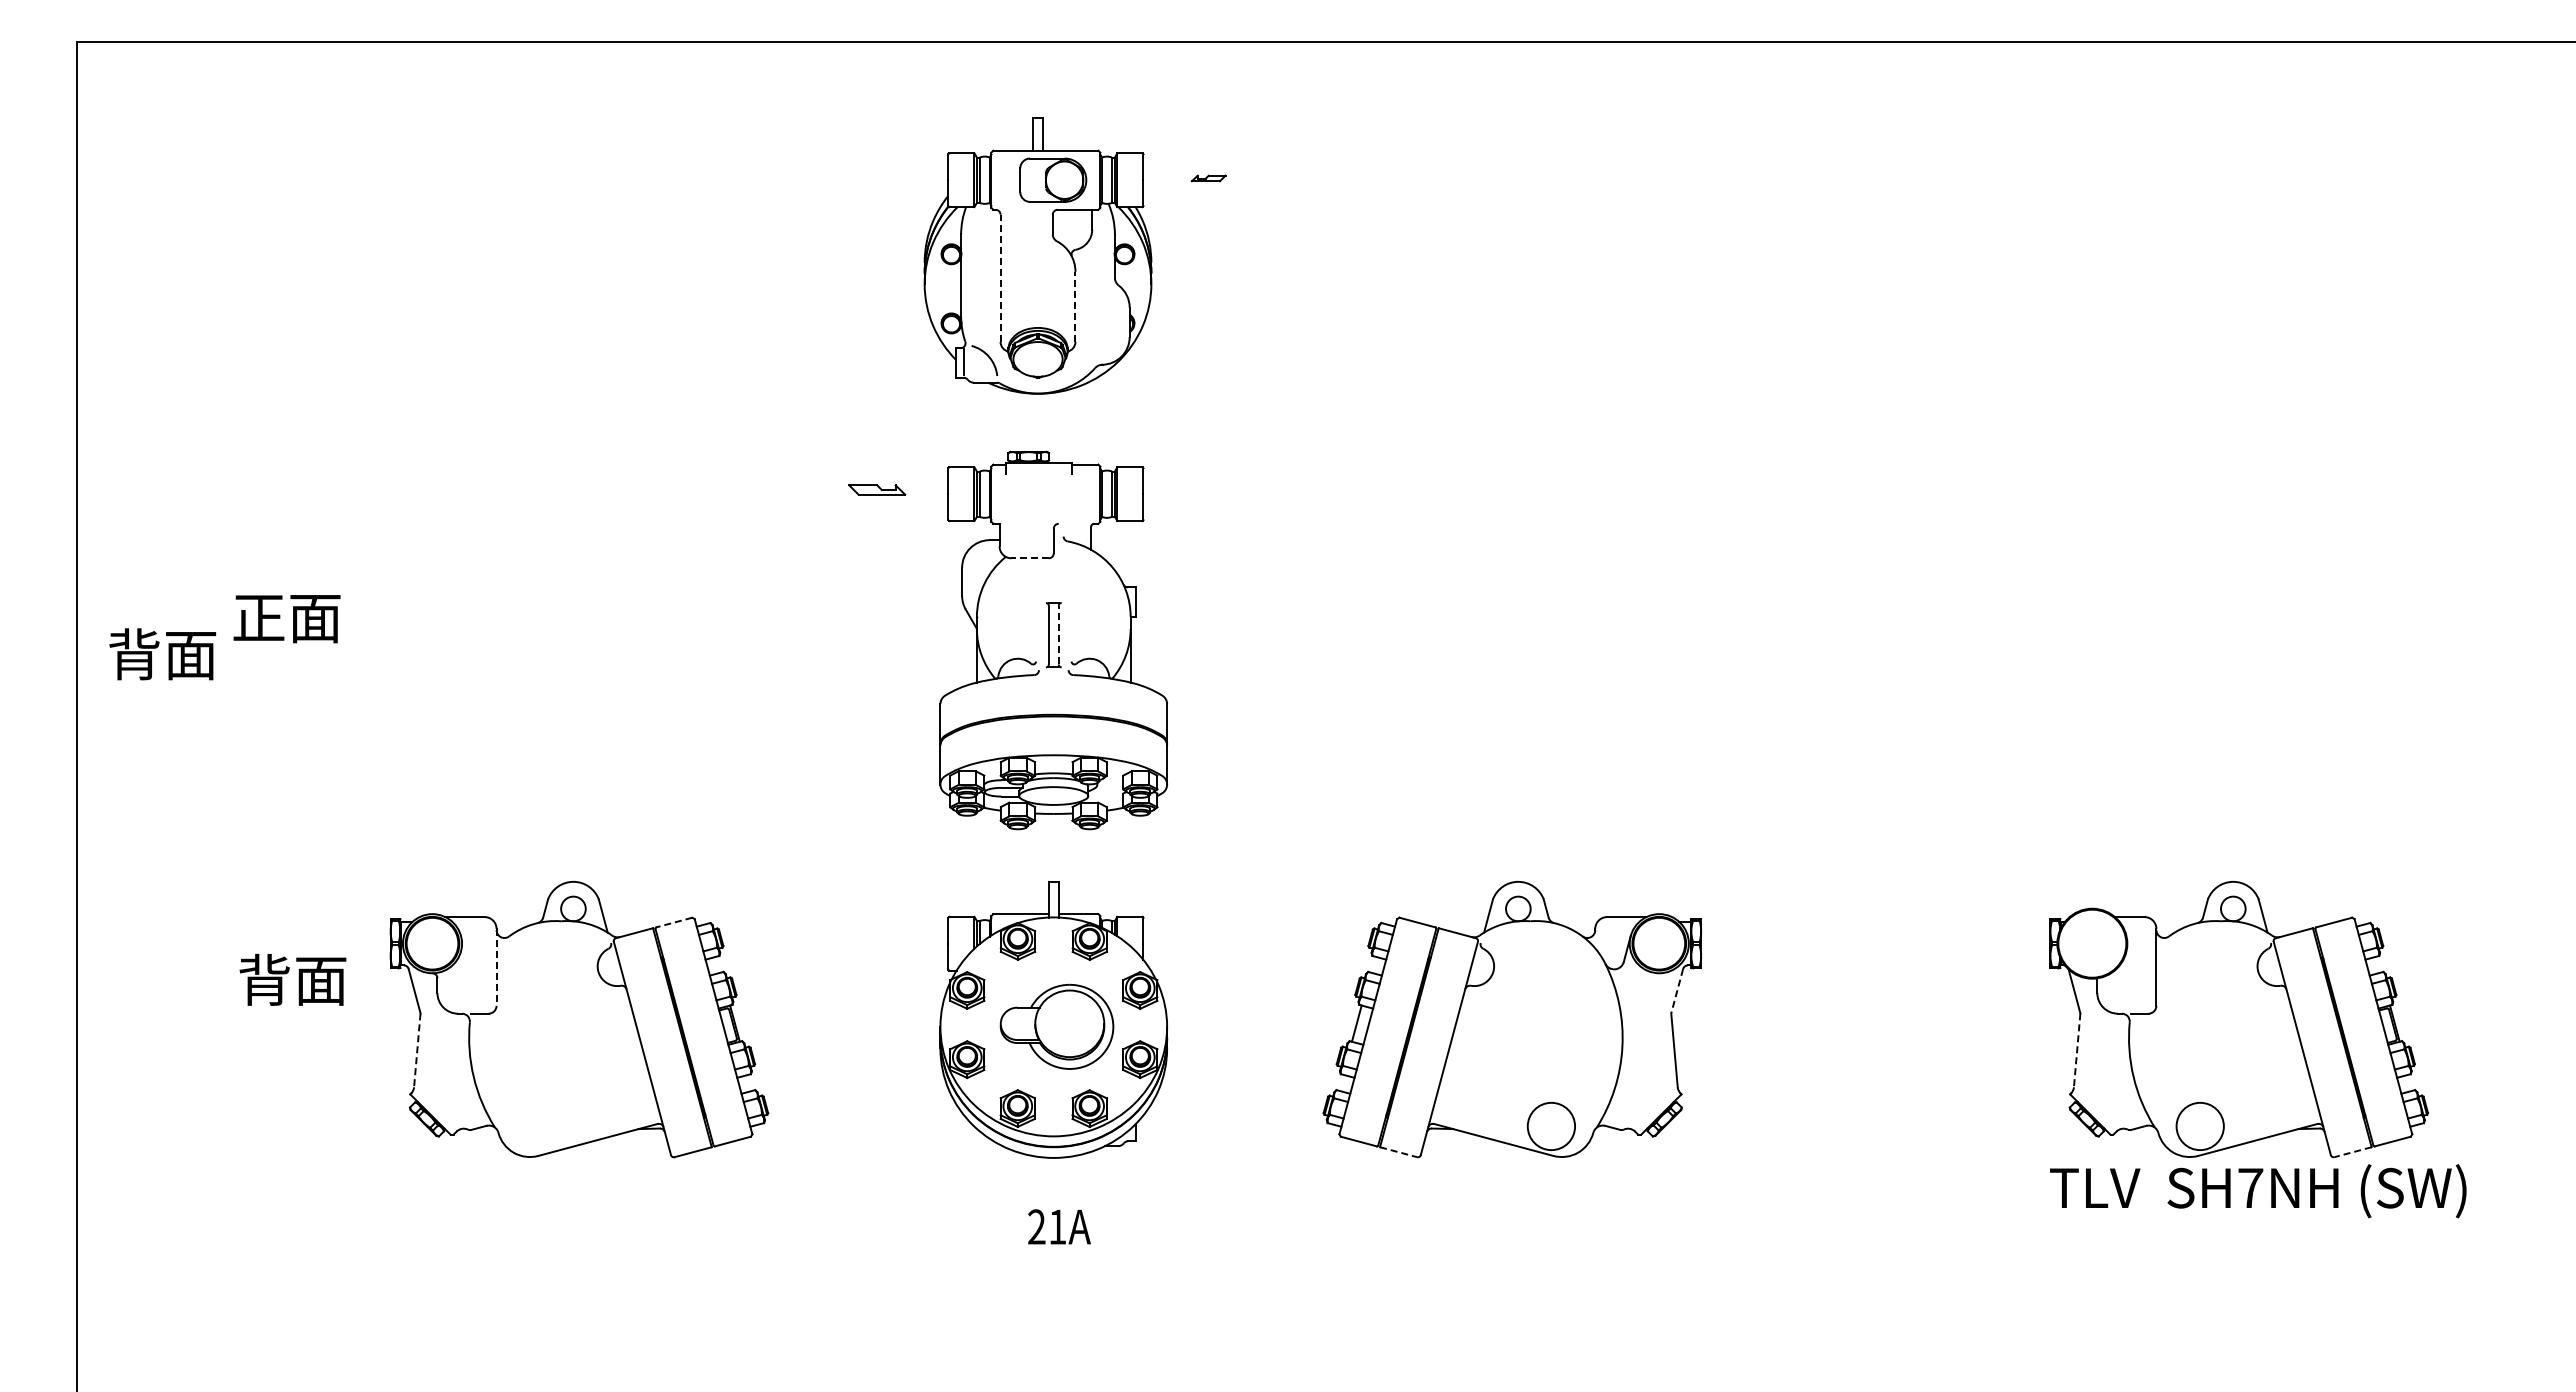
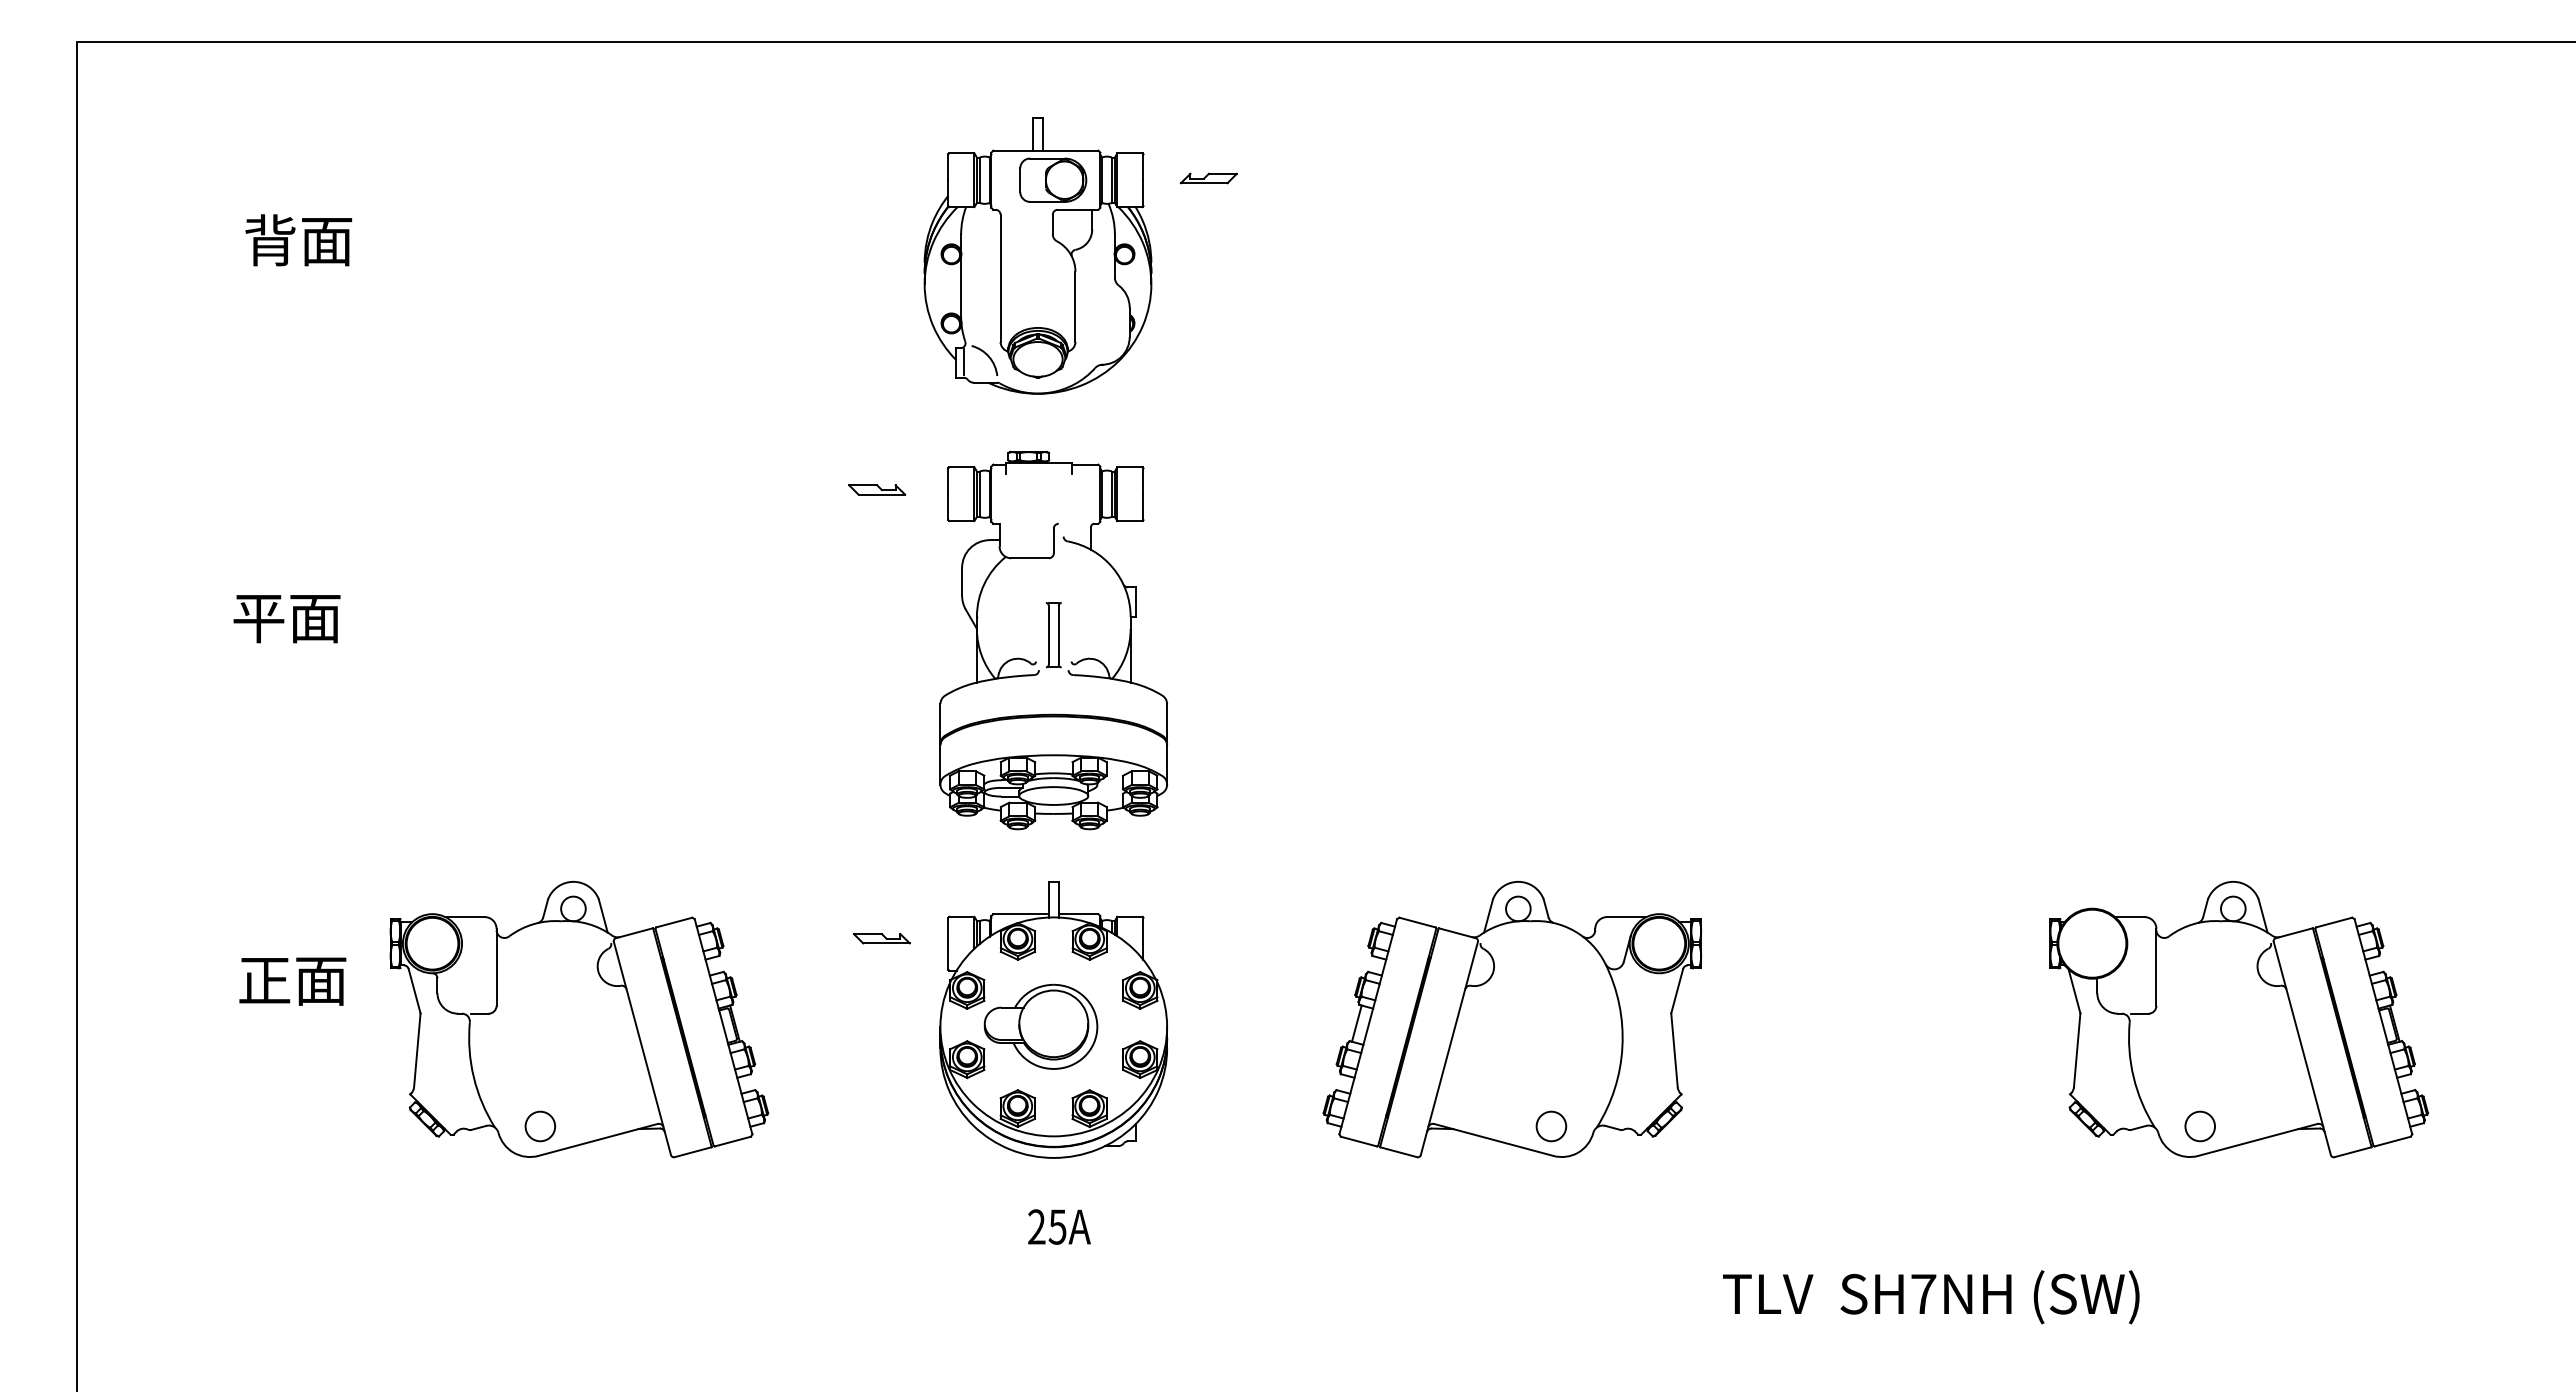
part at (1208, 178) size: 37x9 px -> 59x13 px
line at (1000, 278): dashed -> solid
line at (1075, 306): dashed -> solid
line at (1030, 558): dashed -> solid
text at (258, 619): 正面 -> 平面
line at (1058, 634): dashed -> solid
text at (162, 654) position: (162, 654) -> (298, 240)
line at (674, 922): dashed -> solid
part at (881, 938): none -> present
line at (496, 967): dashed -> solid
text at (264, 979): 背面 -> 正面
line at (1677, 991): dashed -> solid
part at (1056, 1026) position: (1056, 1026) -> (1040, 1026)
line at (417, 1050): dashed -> solid
line at (2077, 1050): dashed -> solid
circle at (539, 1126): none -> present
circle at (1551, 1126) diameter: 47 px -> 30 px
circle at (2199, 1126) diameter: 47 px -> 30 px
line at (1399, 1152): dashed -> solid
line at (2352, 1152): dashed -> solid
text at (2258, 1191) position: (2258, 1191) -> (1931, 1297)
text at (1057, 1226): 21A -> 25A
